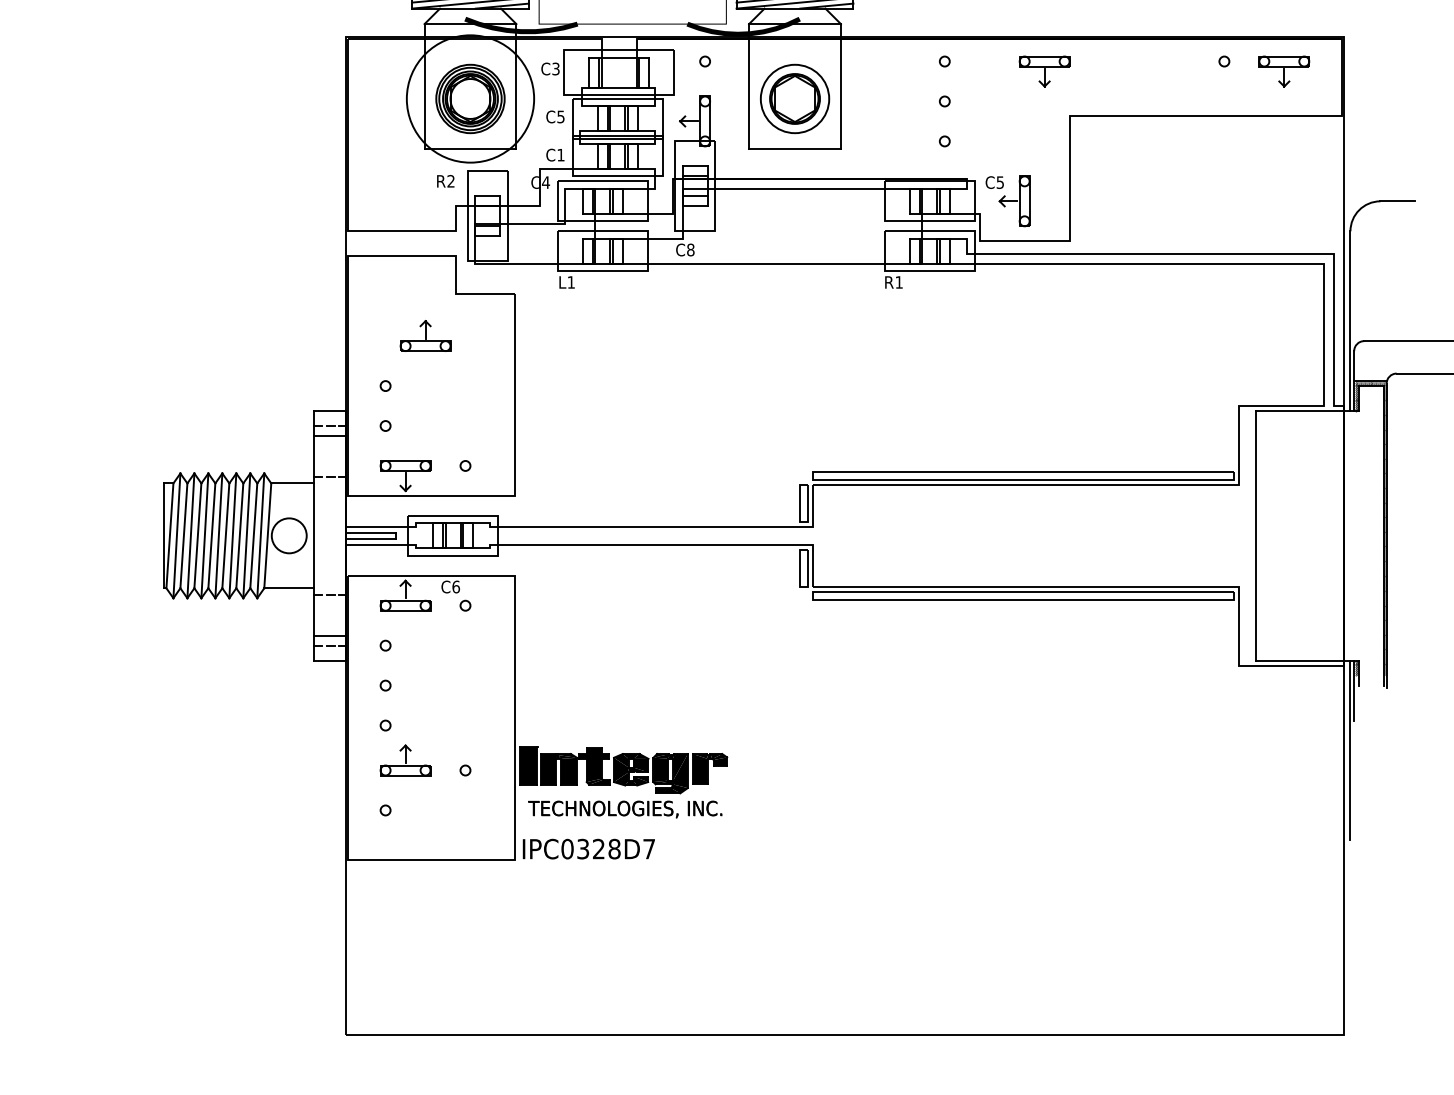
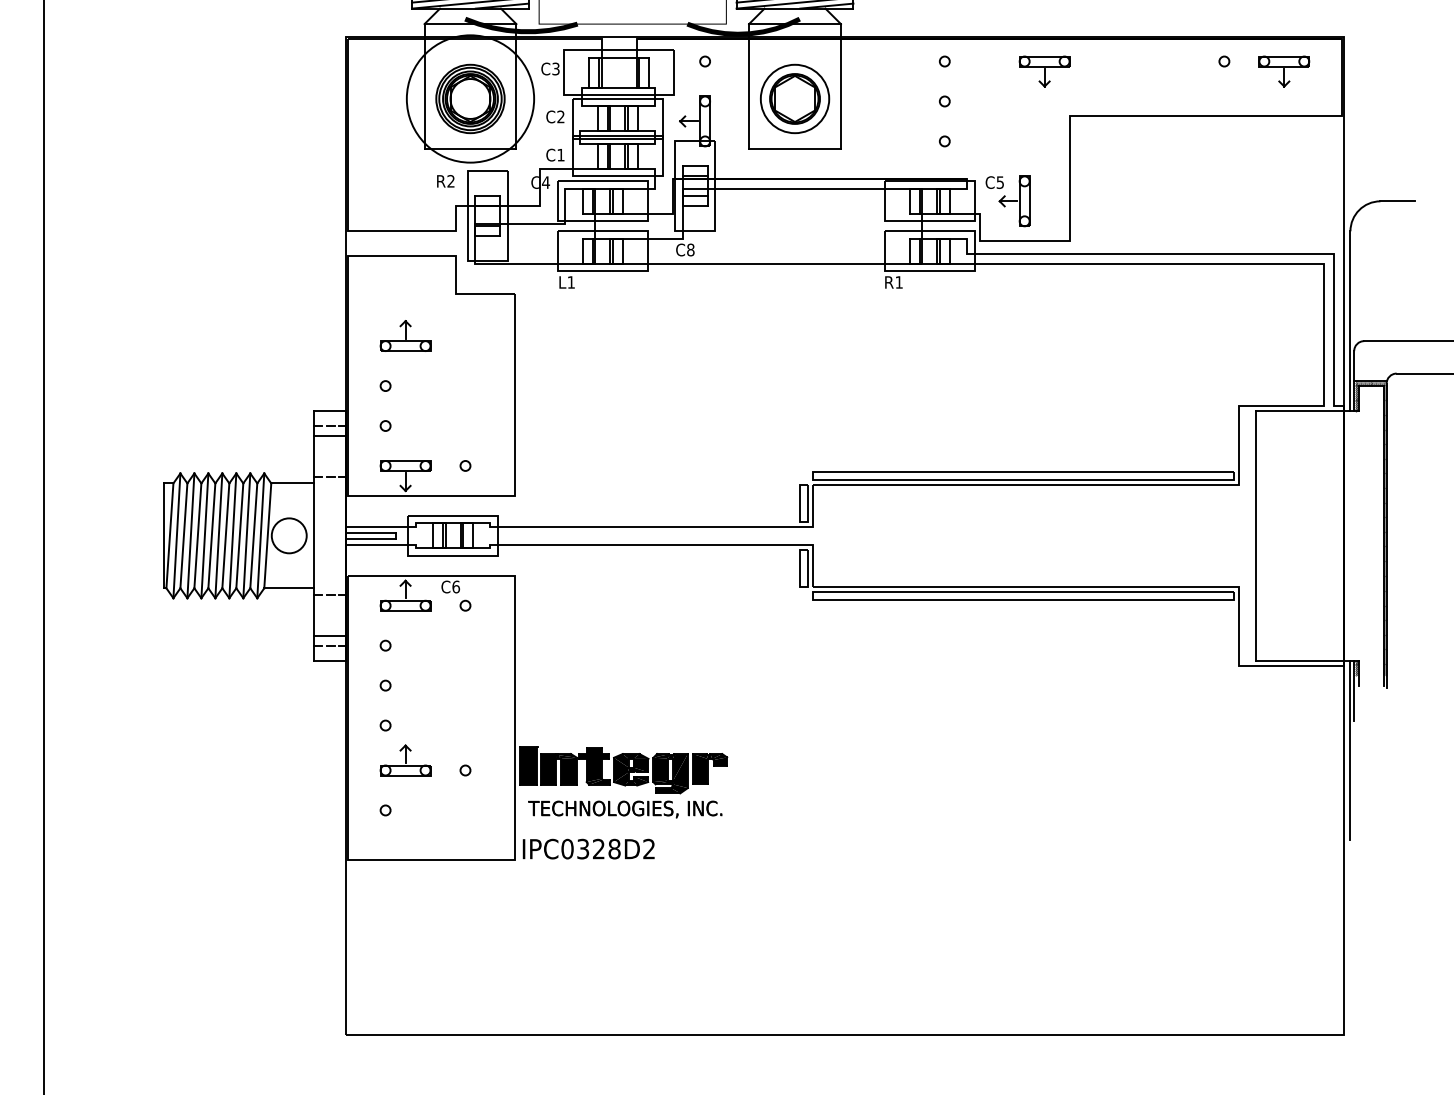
text at (560, 116): C5 -> C2
part at (425, 335) position: (425, 335) -> (405, 335)
line at (43, 546): none -> present
text at (648, 848): IPC0328D7 -> IPC0328D2
